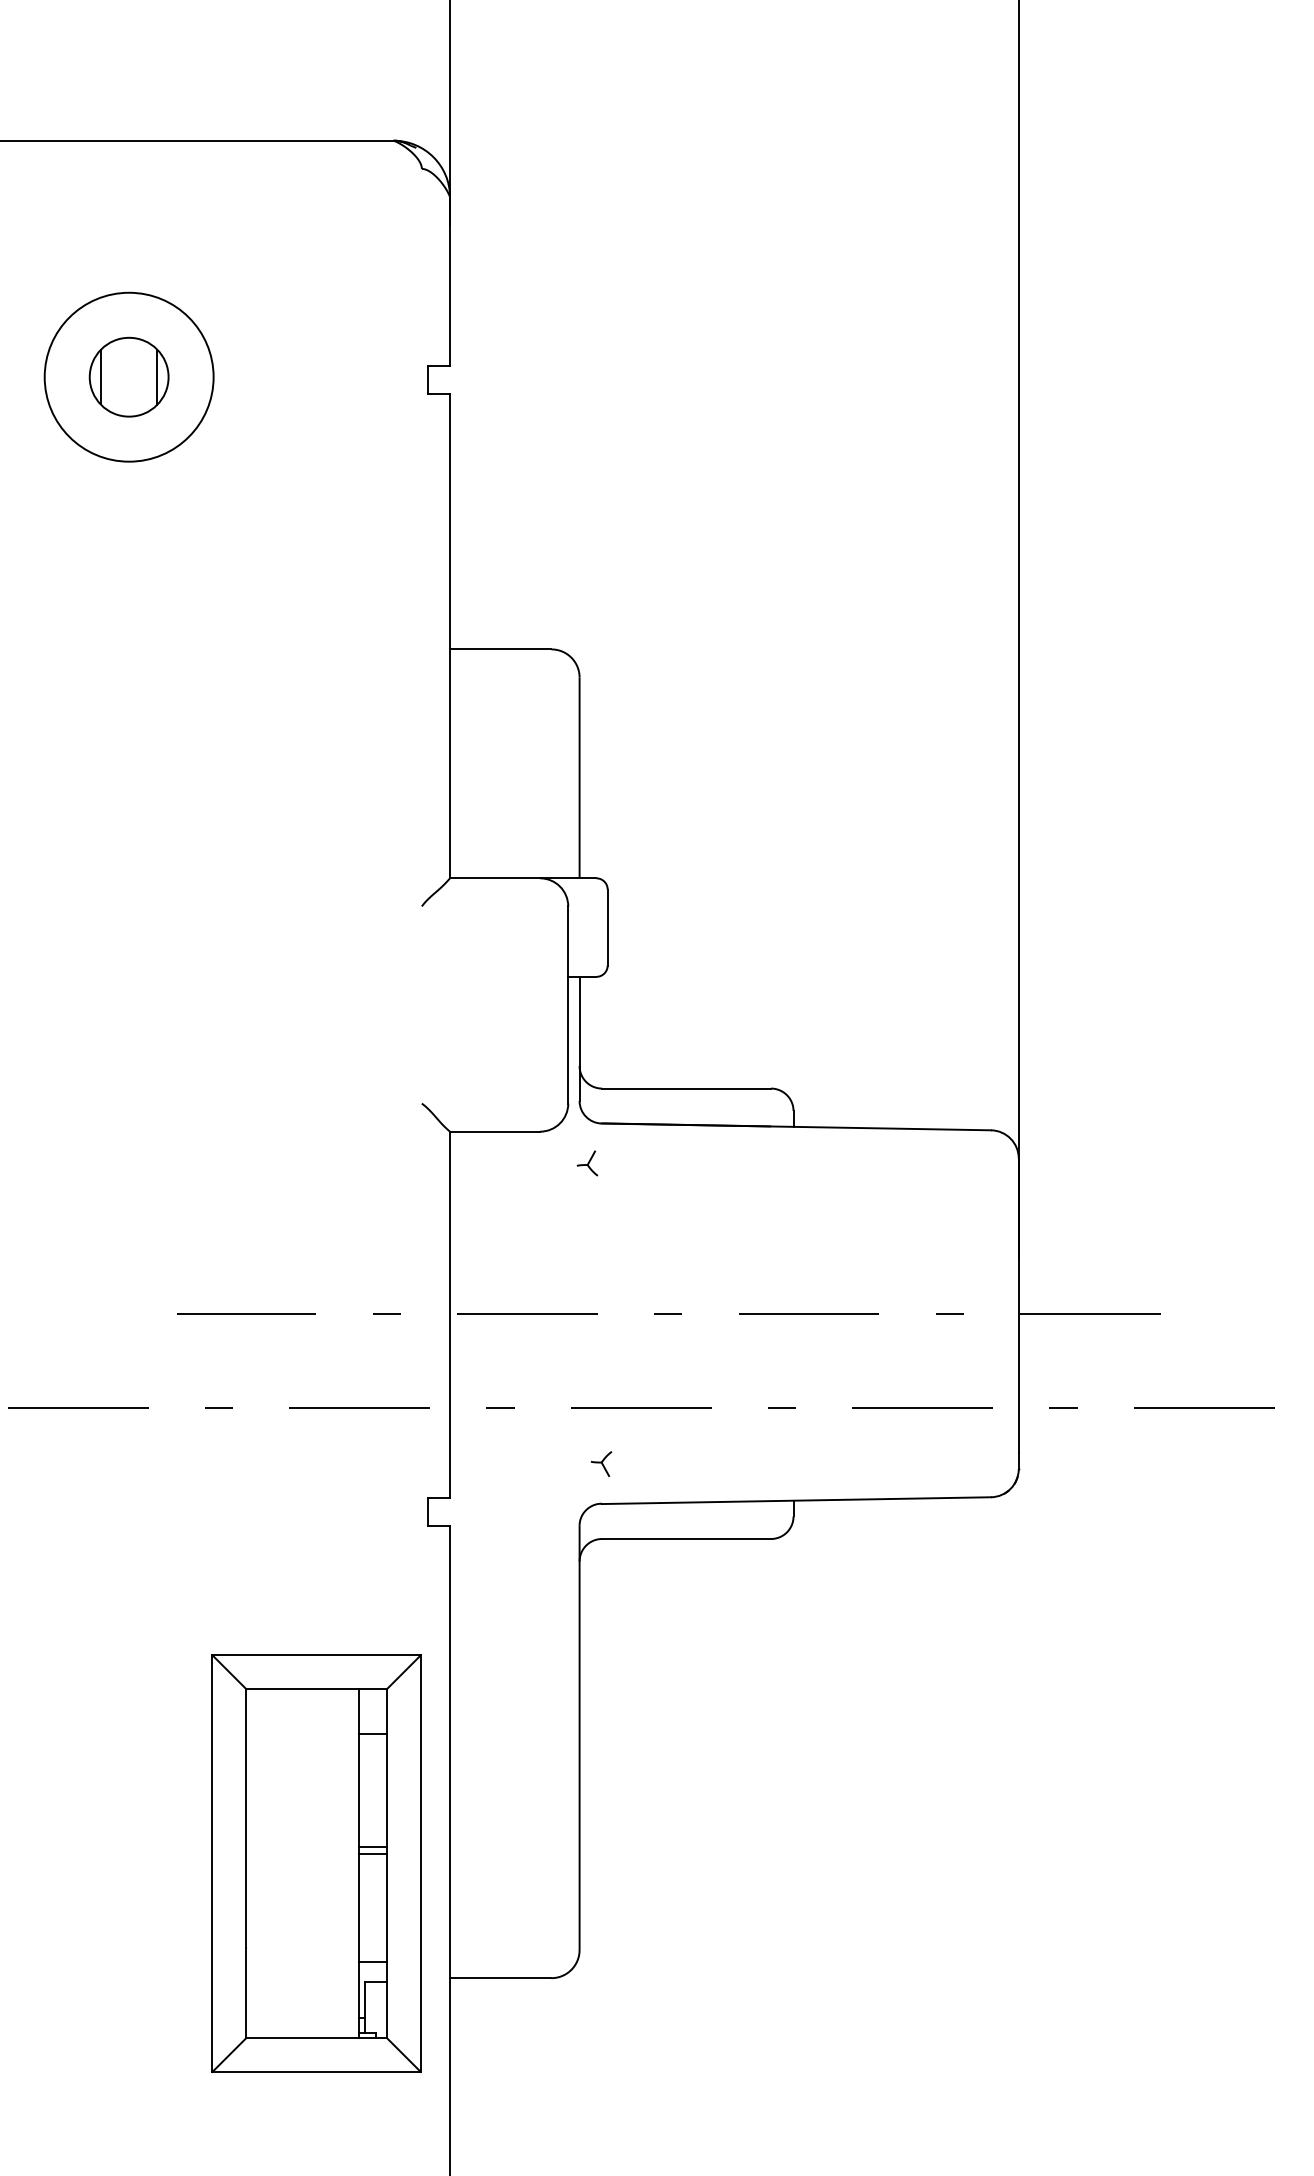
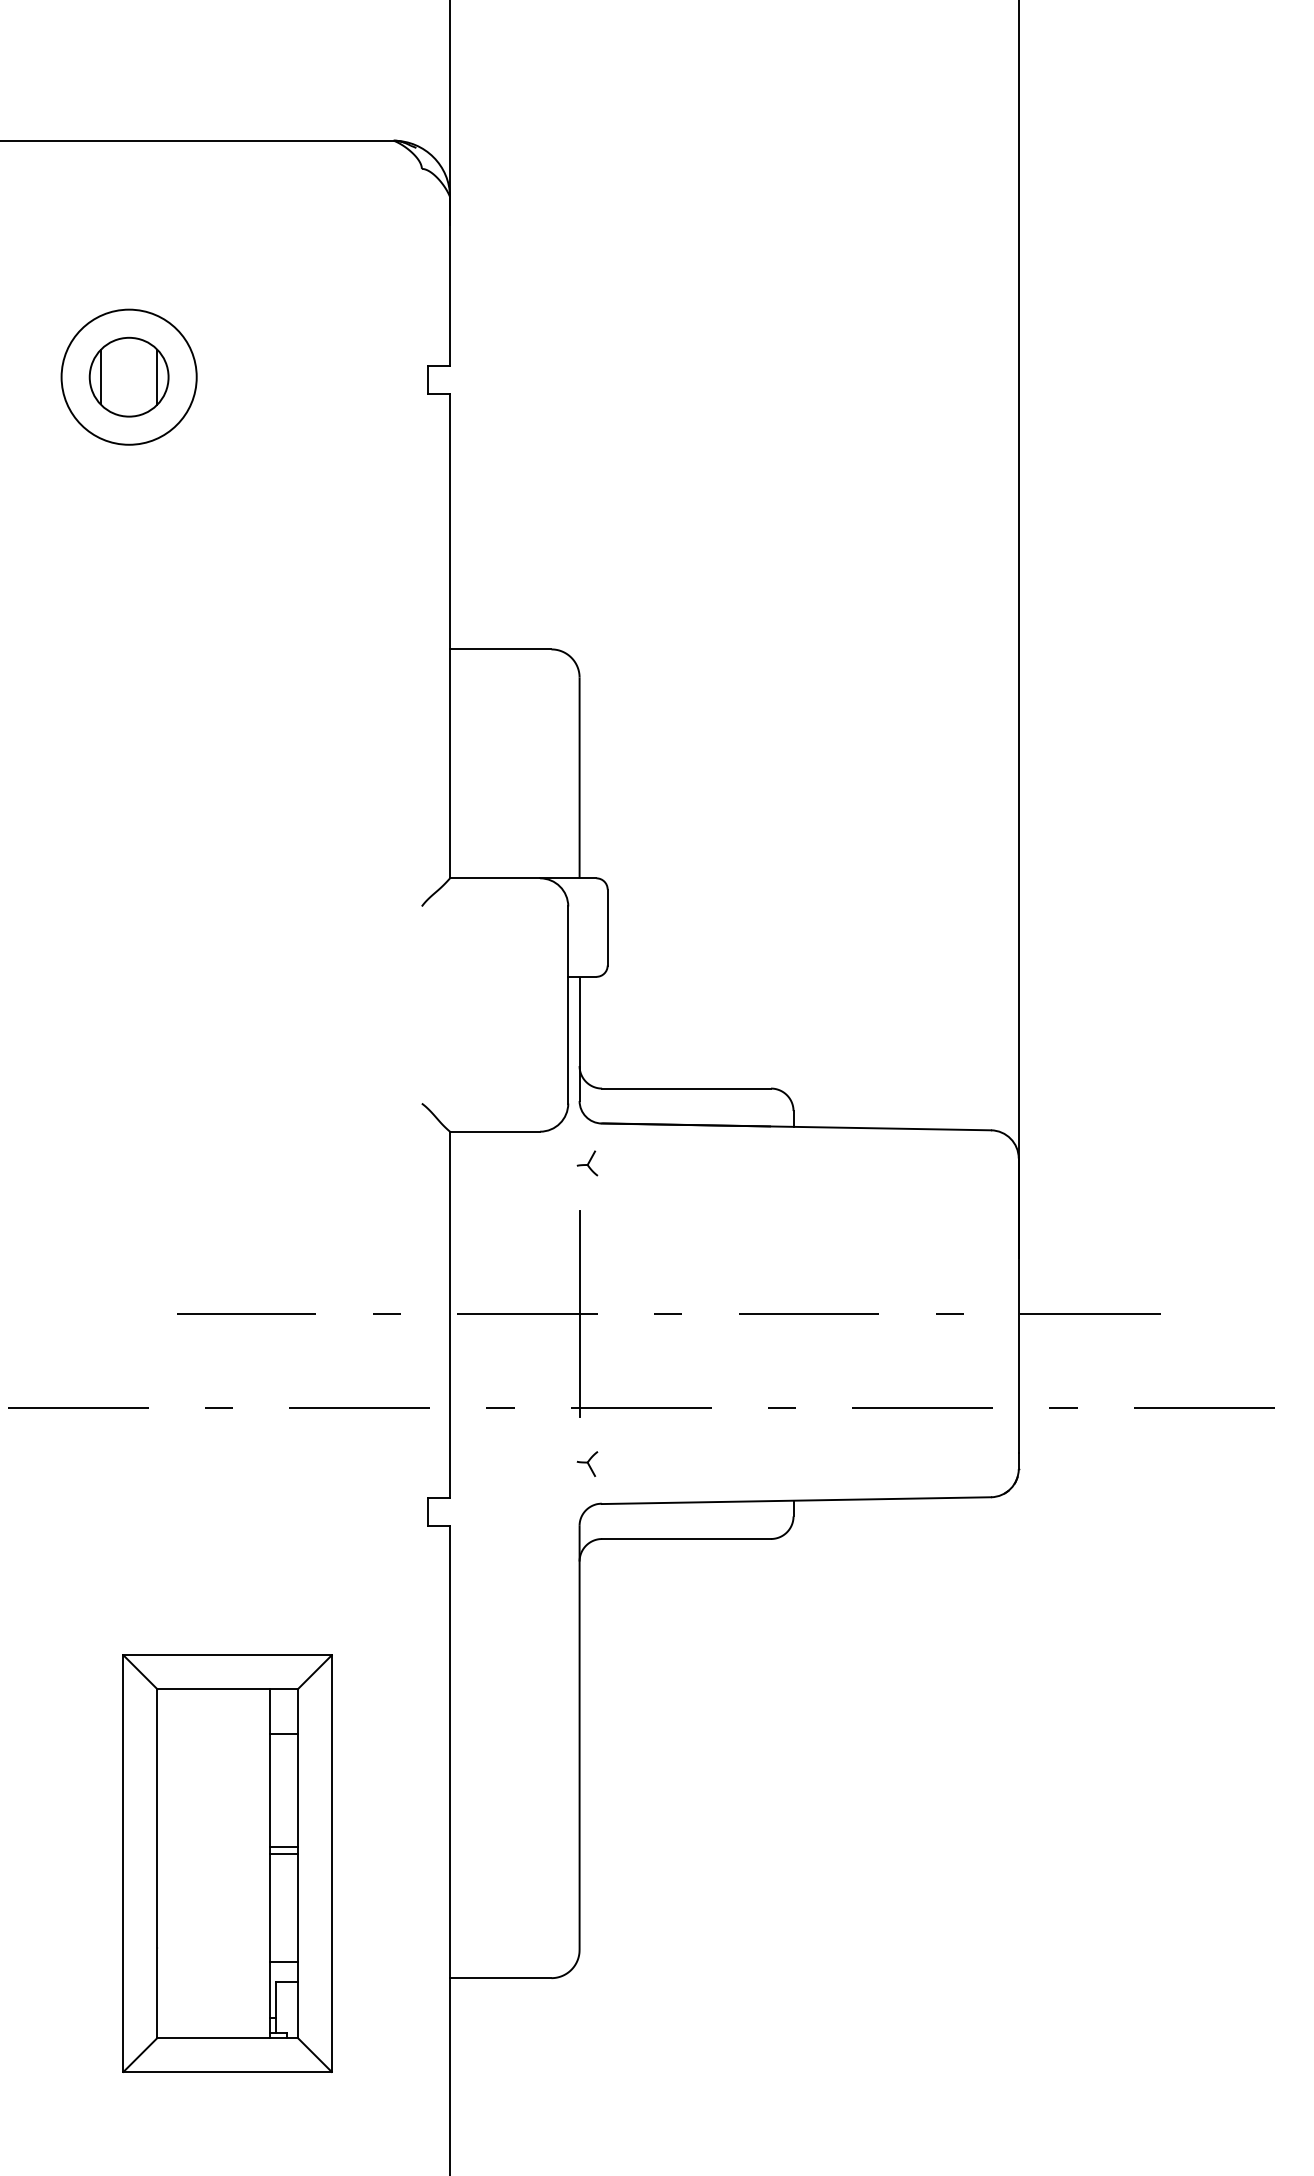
circle at (128, 376) diameter: 169 px -> 135 px
line at (579, 1313): none -> present
part at (601, 1463) position: (601, 1463) -> (587, 1463)
part at (316, 1863) position: (316, 1863) -> (227, 1863)
